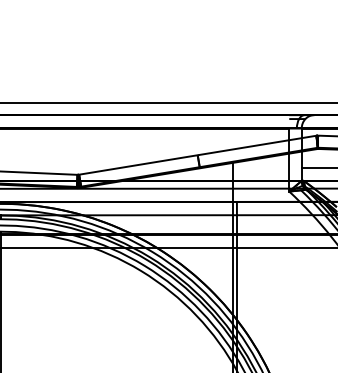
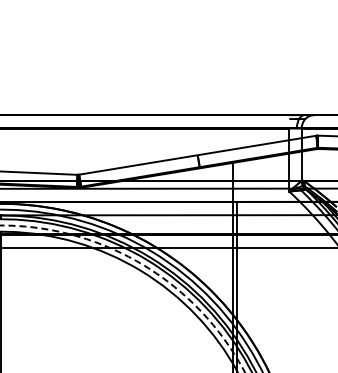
line at (168, 102): present -> none
line at (317, 167): present -> none
arc at (143, 265): solid -> dashed
